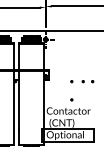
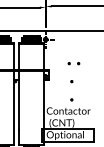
part at (87, 81) position: (87, 81) -> (73, 63)
